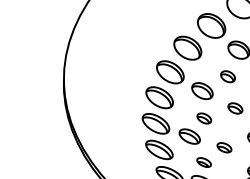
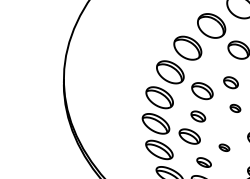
part at (227, 76) position: (227, 76) -> (230, 82)
part at (235, 108) size: 17x13 px -> 13x10 px
part at (204, 118) position: (204, 118) -> (198, 116)
part at (224, 147) size: 17x12 px -> 13x9 px
